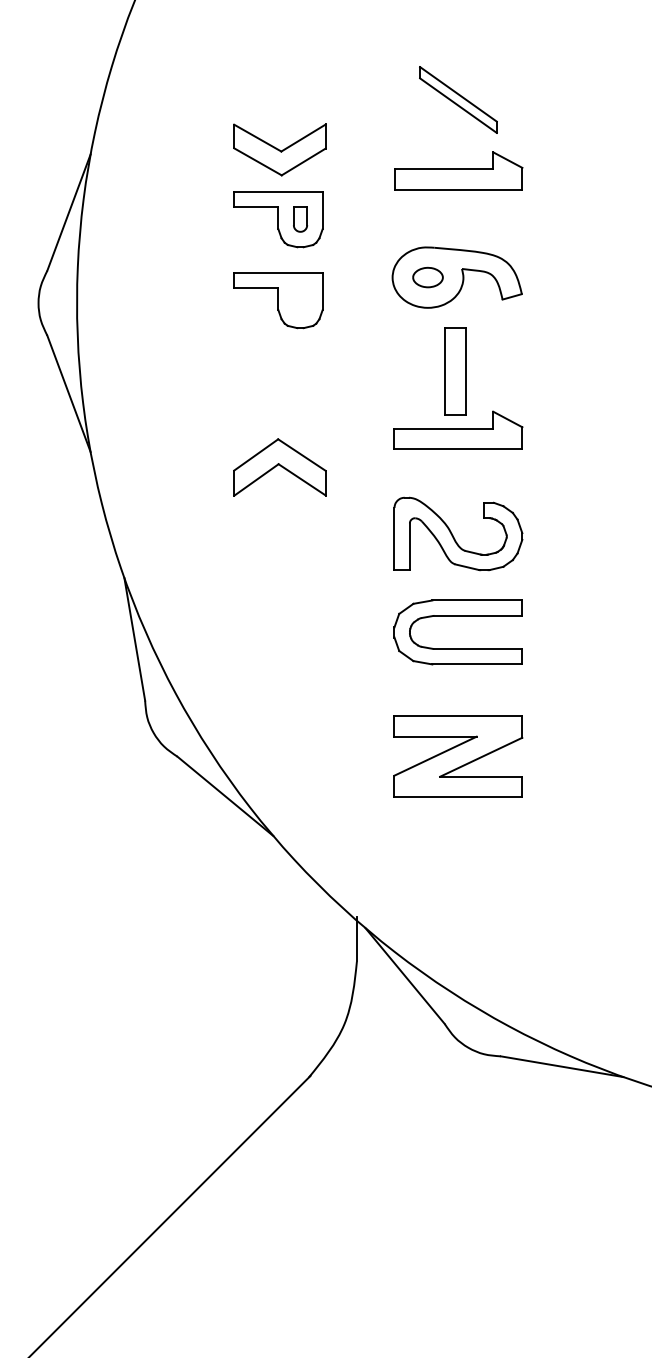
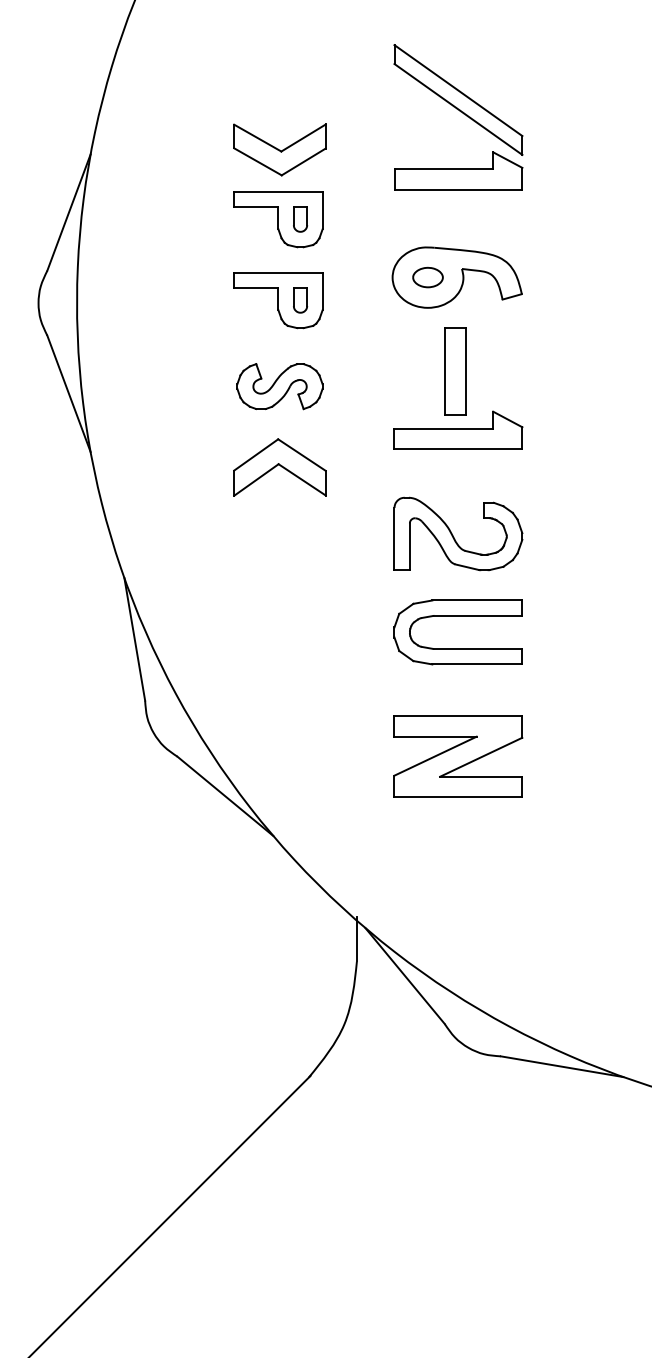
part at (458, 99) size: 79x68 px -> 131x112 px
part at (300, 300): none -> present
part at (279, 386): none -> present
